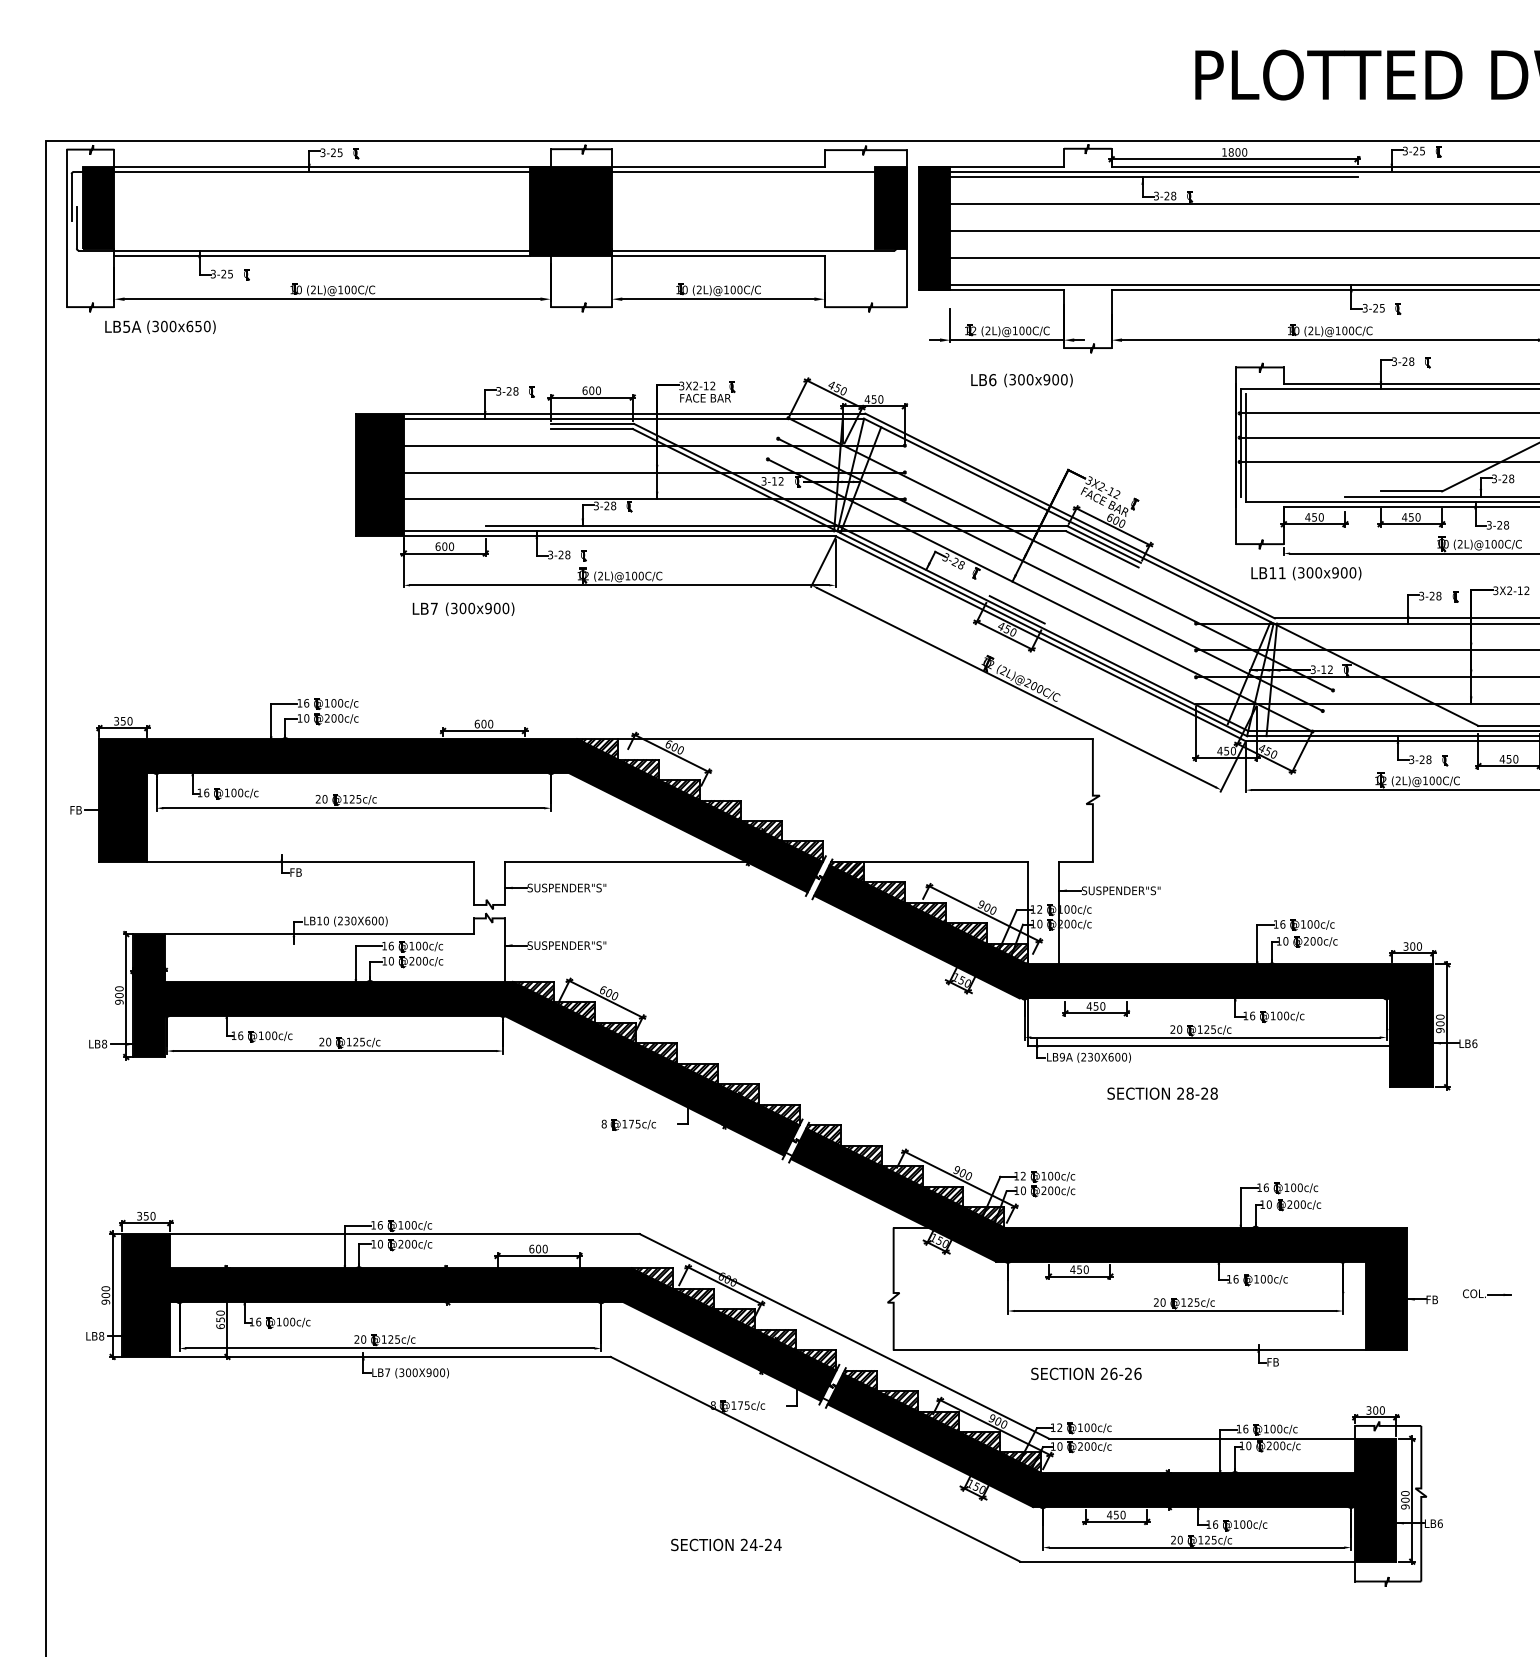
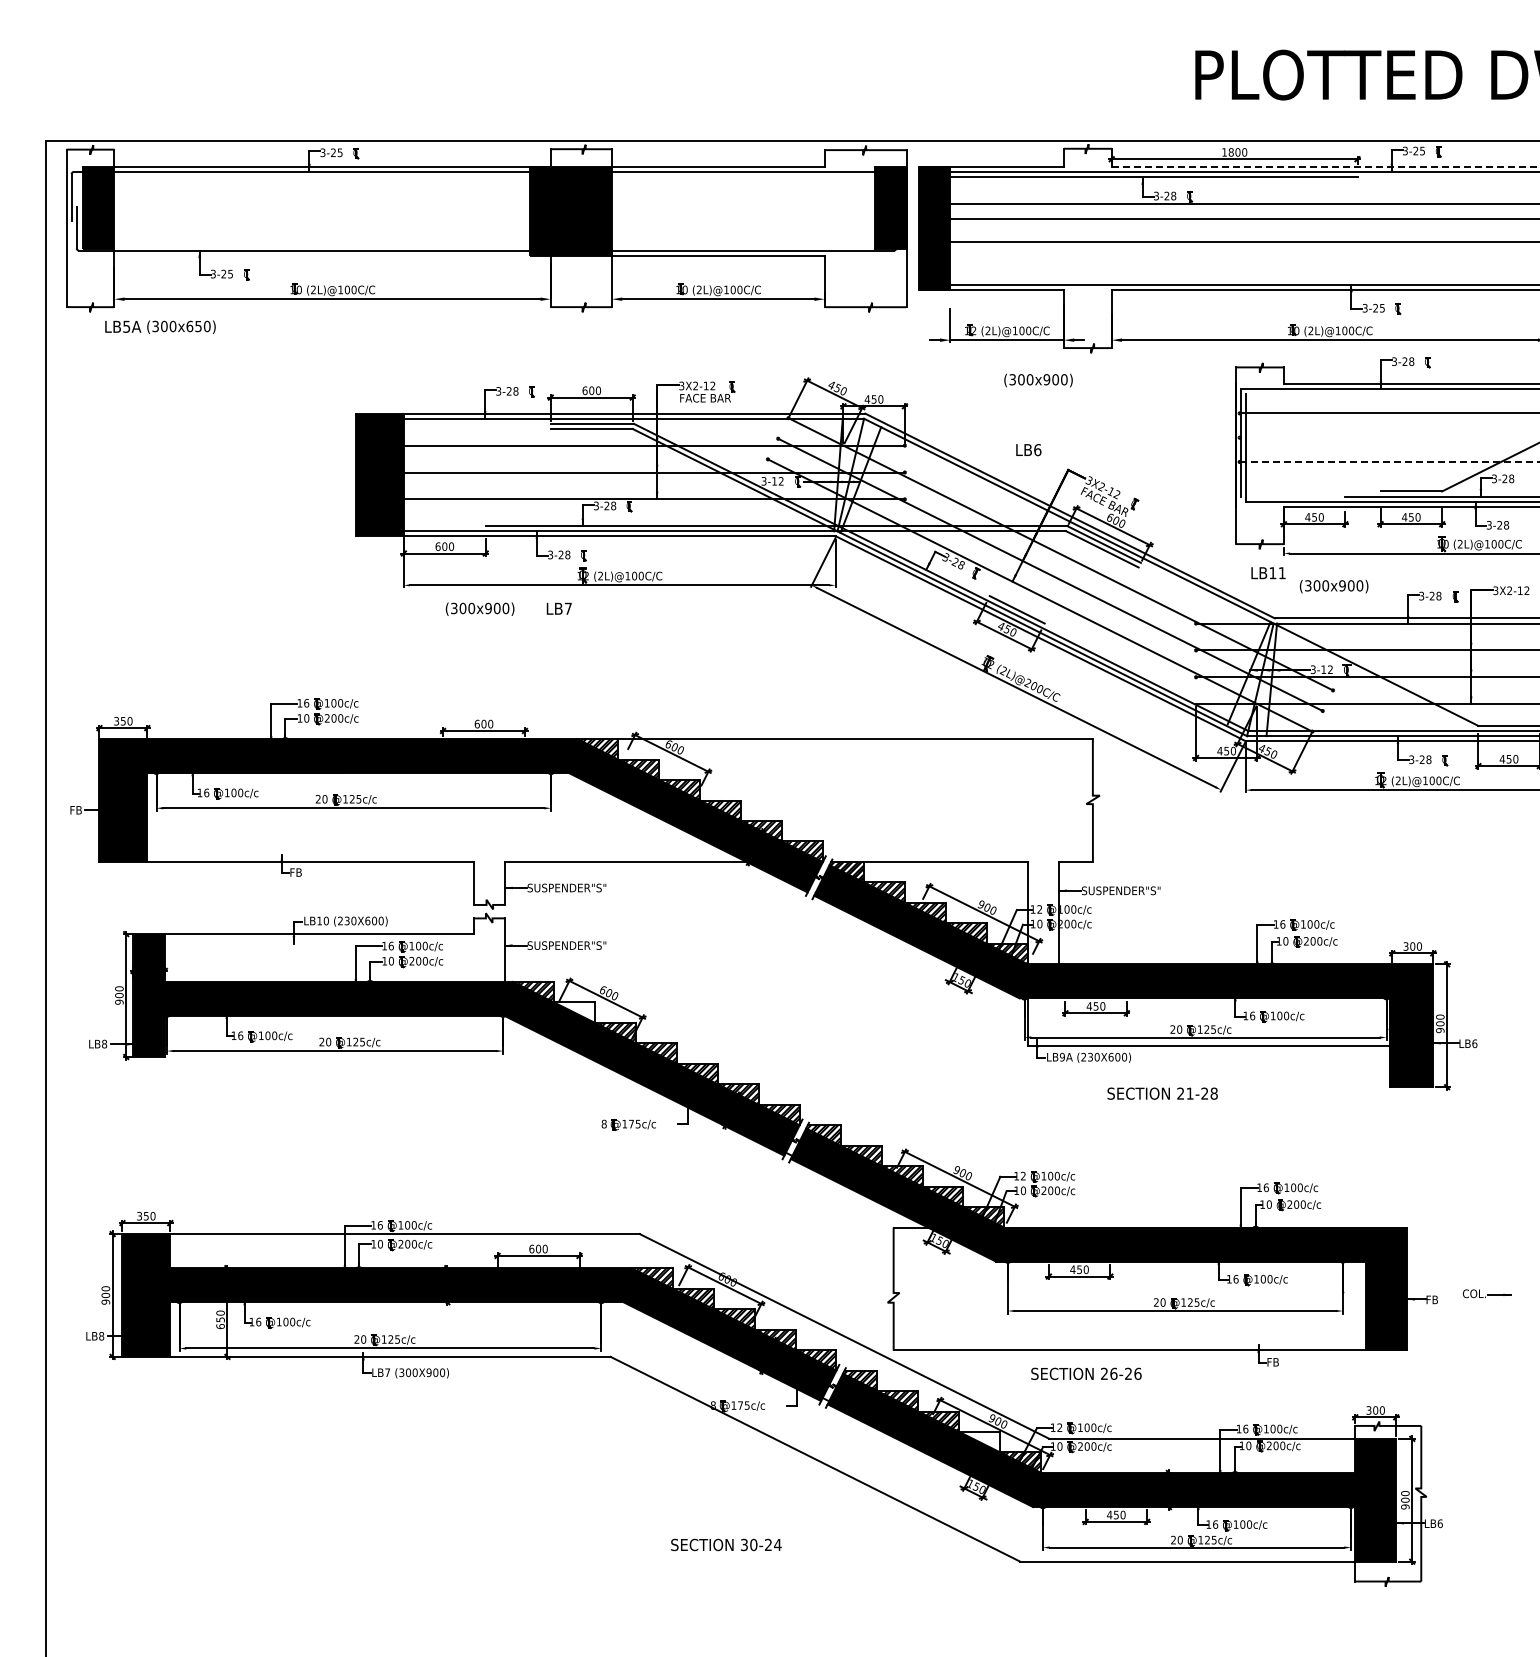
line at (1325, 166): solid -> dashed
line at (1230, 230) position: (1230, 230) -> (1230, 218)
line at (322, 255): present -> none
line at (1230, 257) position: (1230, 257) -> (1230, 241)
text at (983, 380) position: (983, 380) -> (1028, 450)
line at (1387, 437): present -> none
line at (1389, 462): solid -> dashed
text at (1326, 573) position: (1326, 573) -> (1333, 586)
text at (424, 608) position: (424, 608) -> (558, 608)
hatch at (575, 1012): present -> none
text at (1189, 1093): 28-28 -> 21-28
hatch at (981, 1441): present -> none
text at (749, 1544): 24-24 -> 30-24
